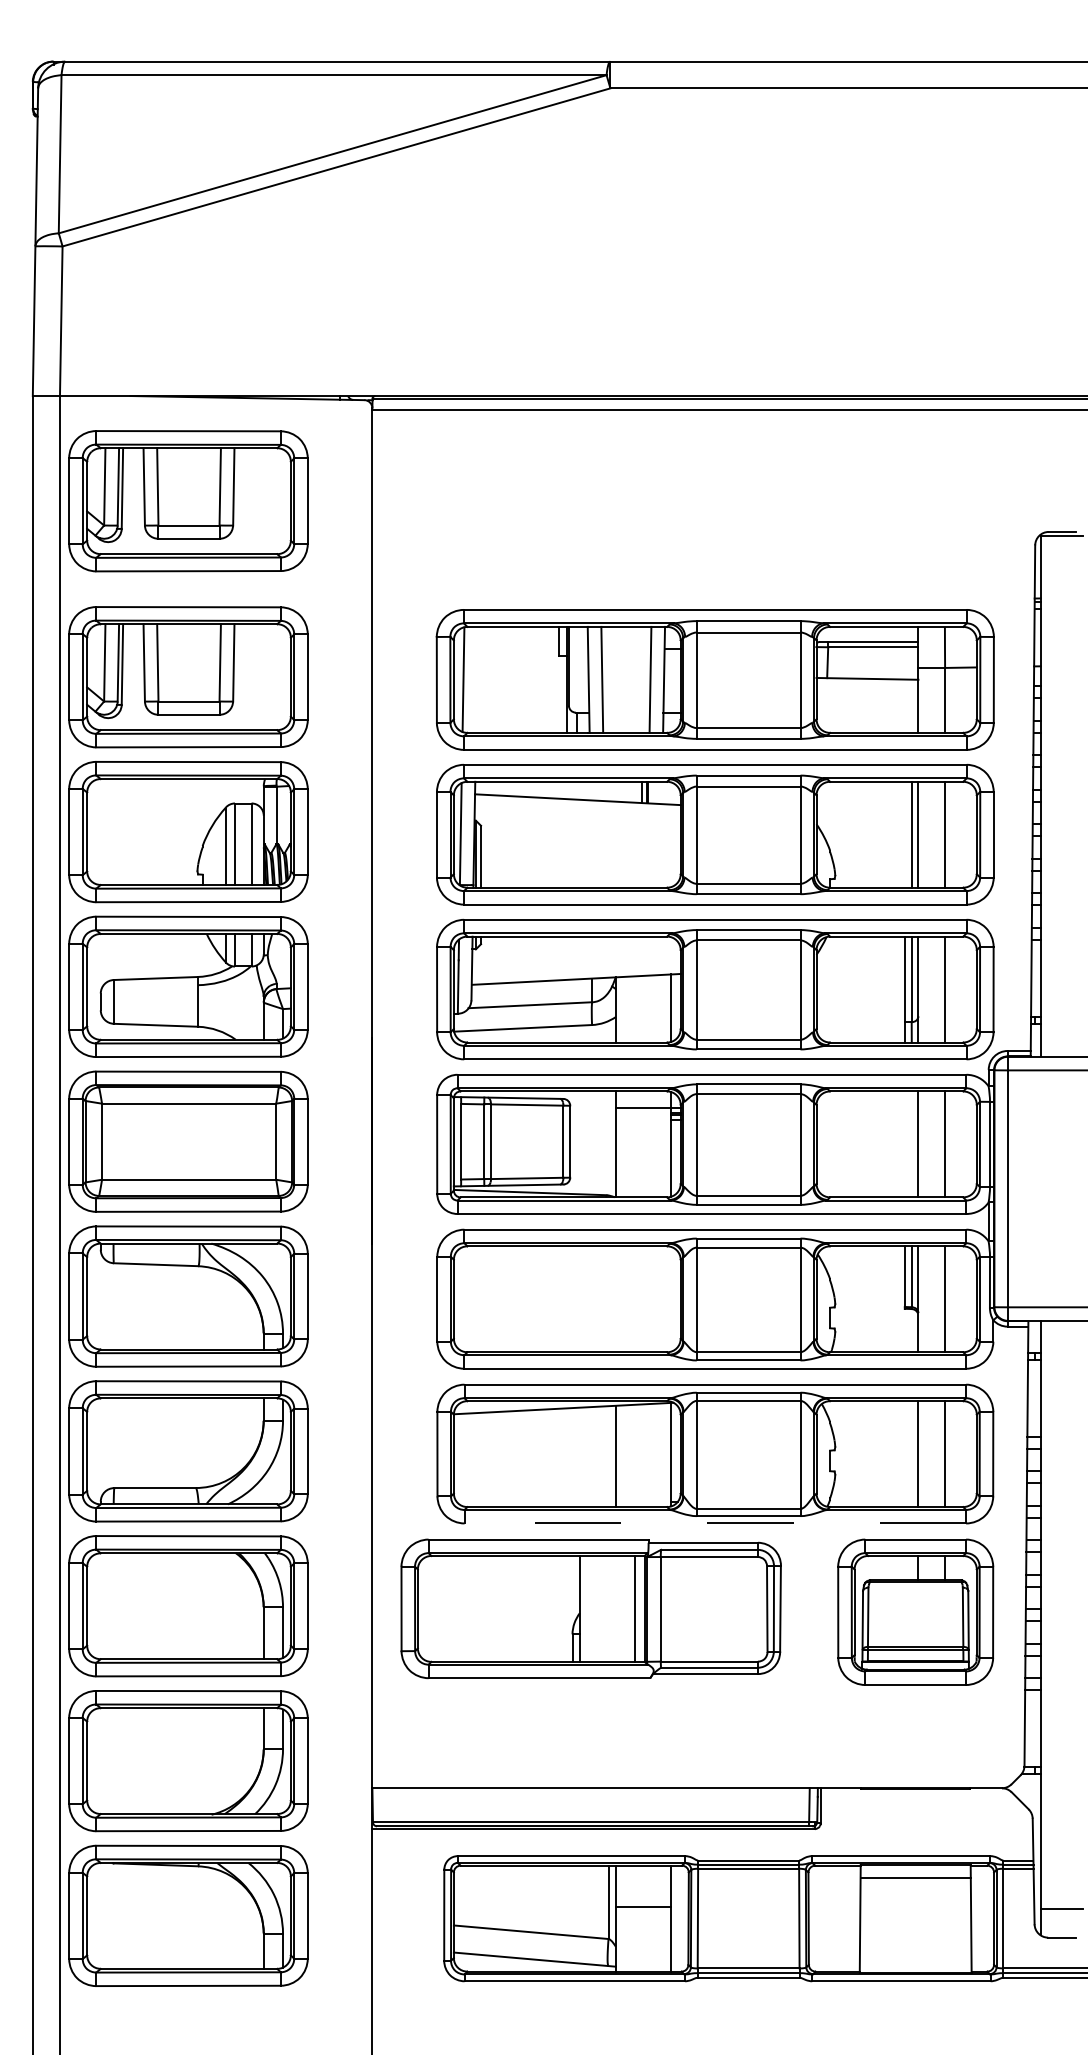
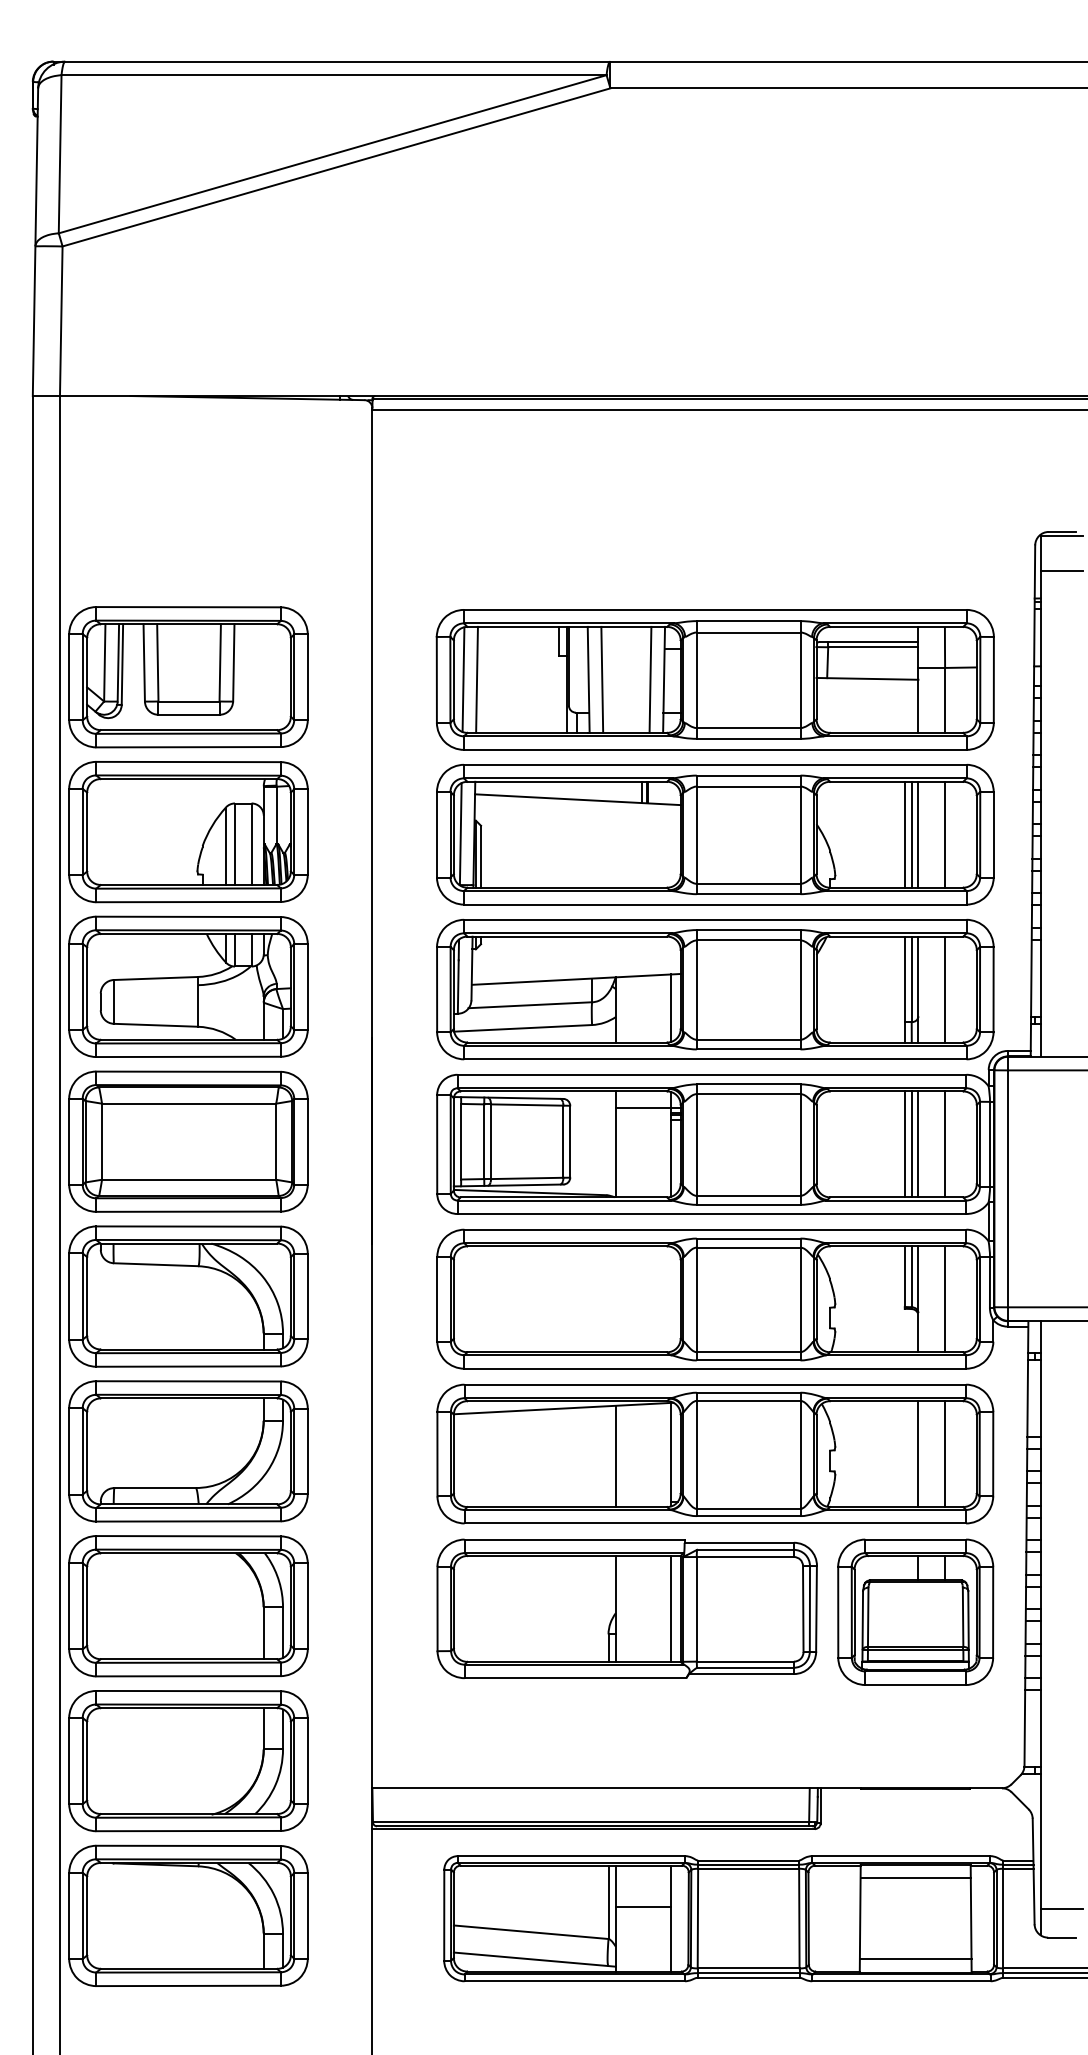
part at (188, 501): present -> none
line at (1061, 570): none -> present
line at (476, 679): none -> present
line at (904, 834): none -> present
line at (904, 1144): none -> present
line at (911, 1144): none -> present
line at (715, 1523): dashed -> solid
part at (590, 1608) position: (590, 1608) -> (626, 1608)
line at (915, 1959): none -> present
